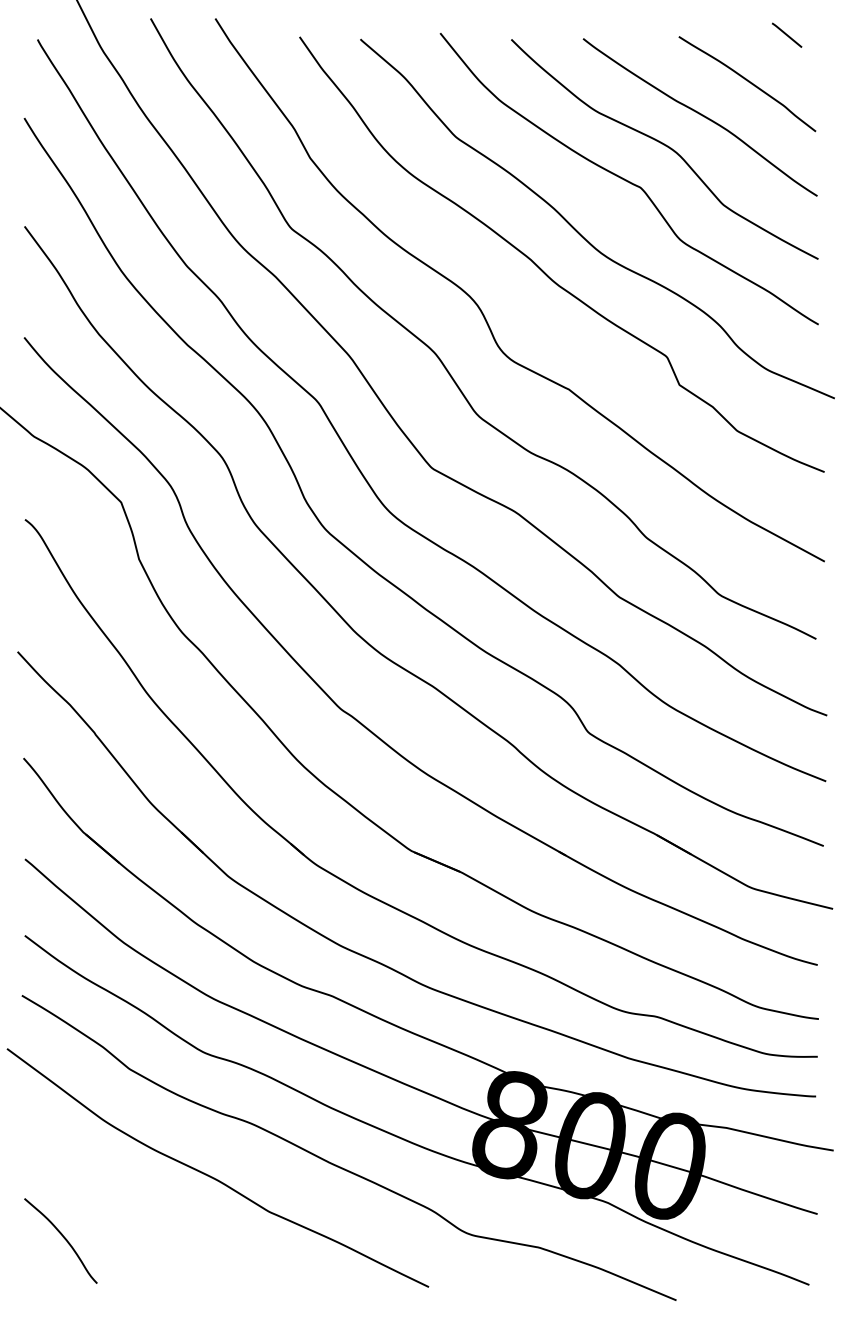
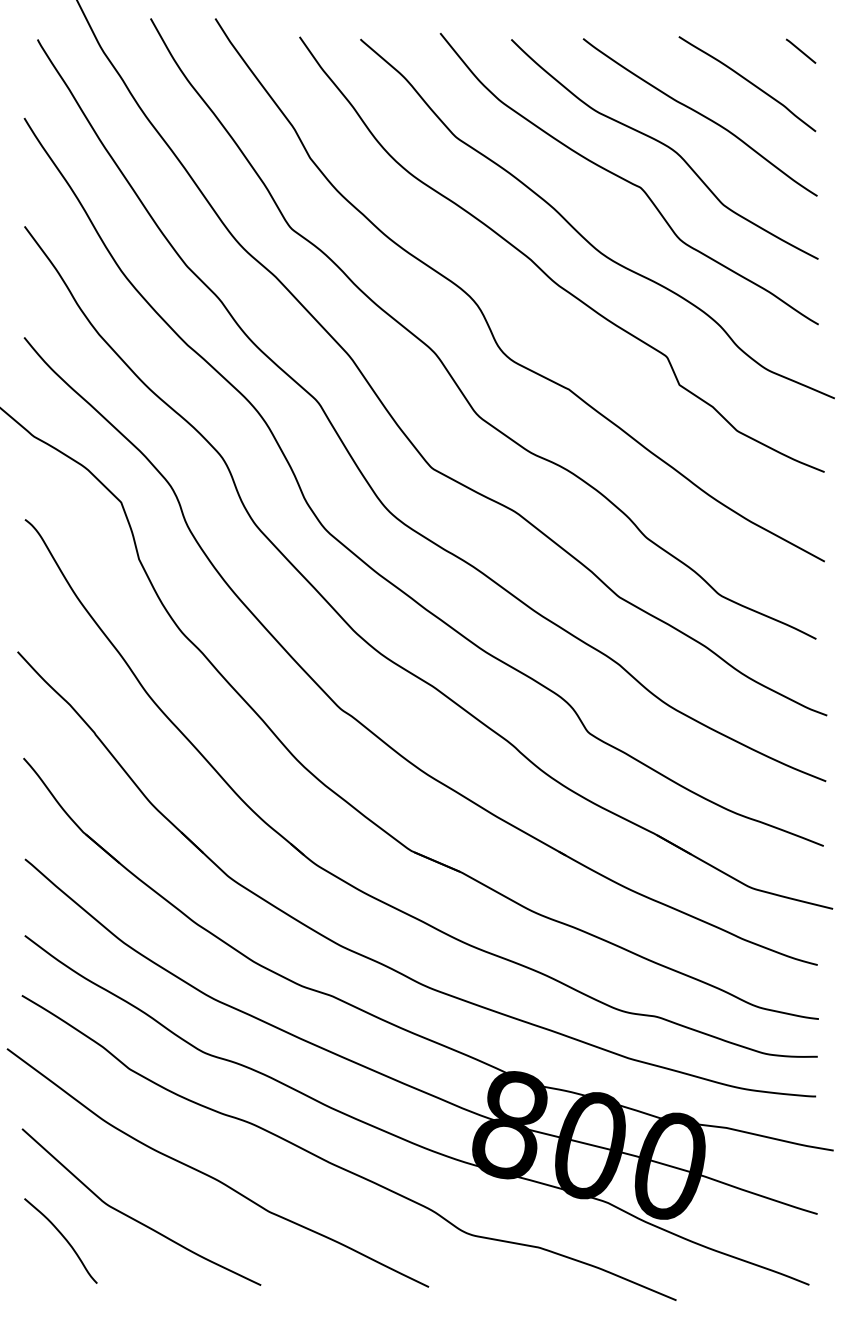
line at (787, 34) position: (787, 34) -> (801, 50)
curve at (134, 1218): none -> present
